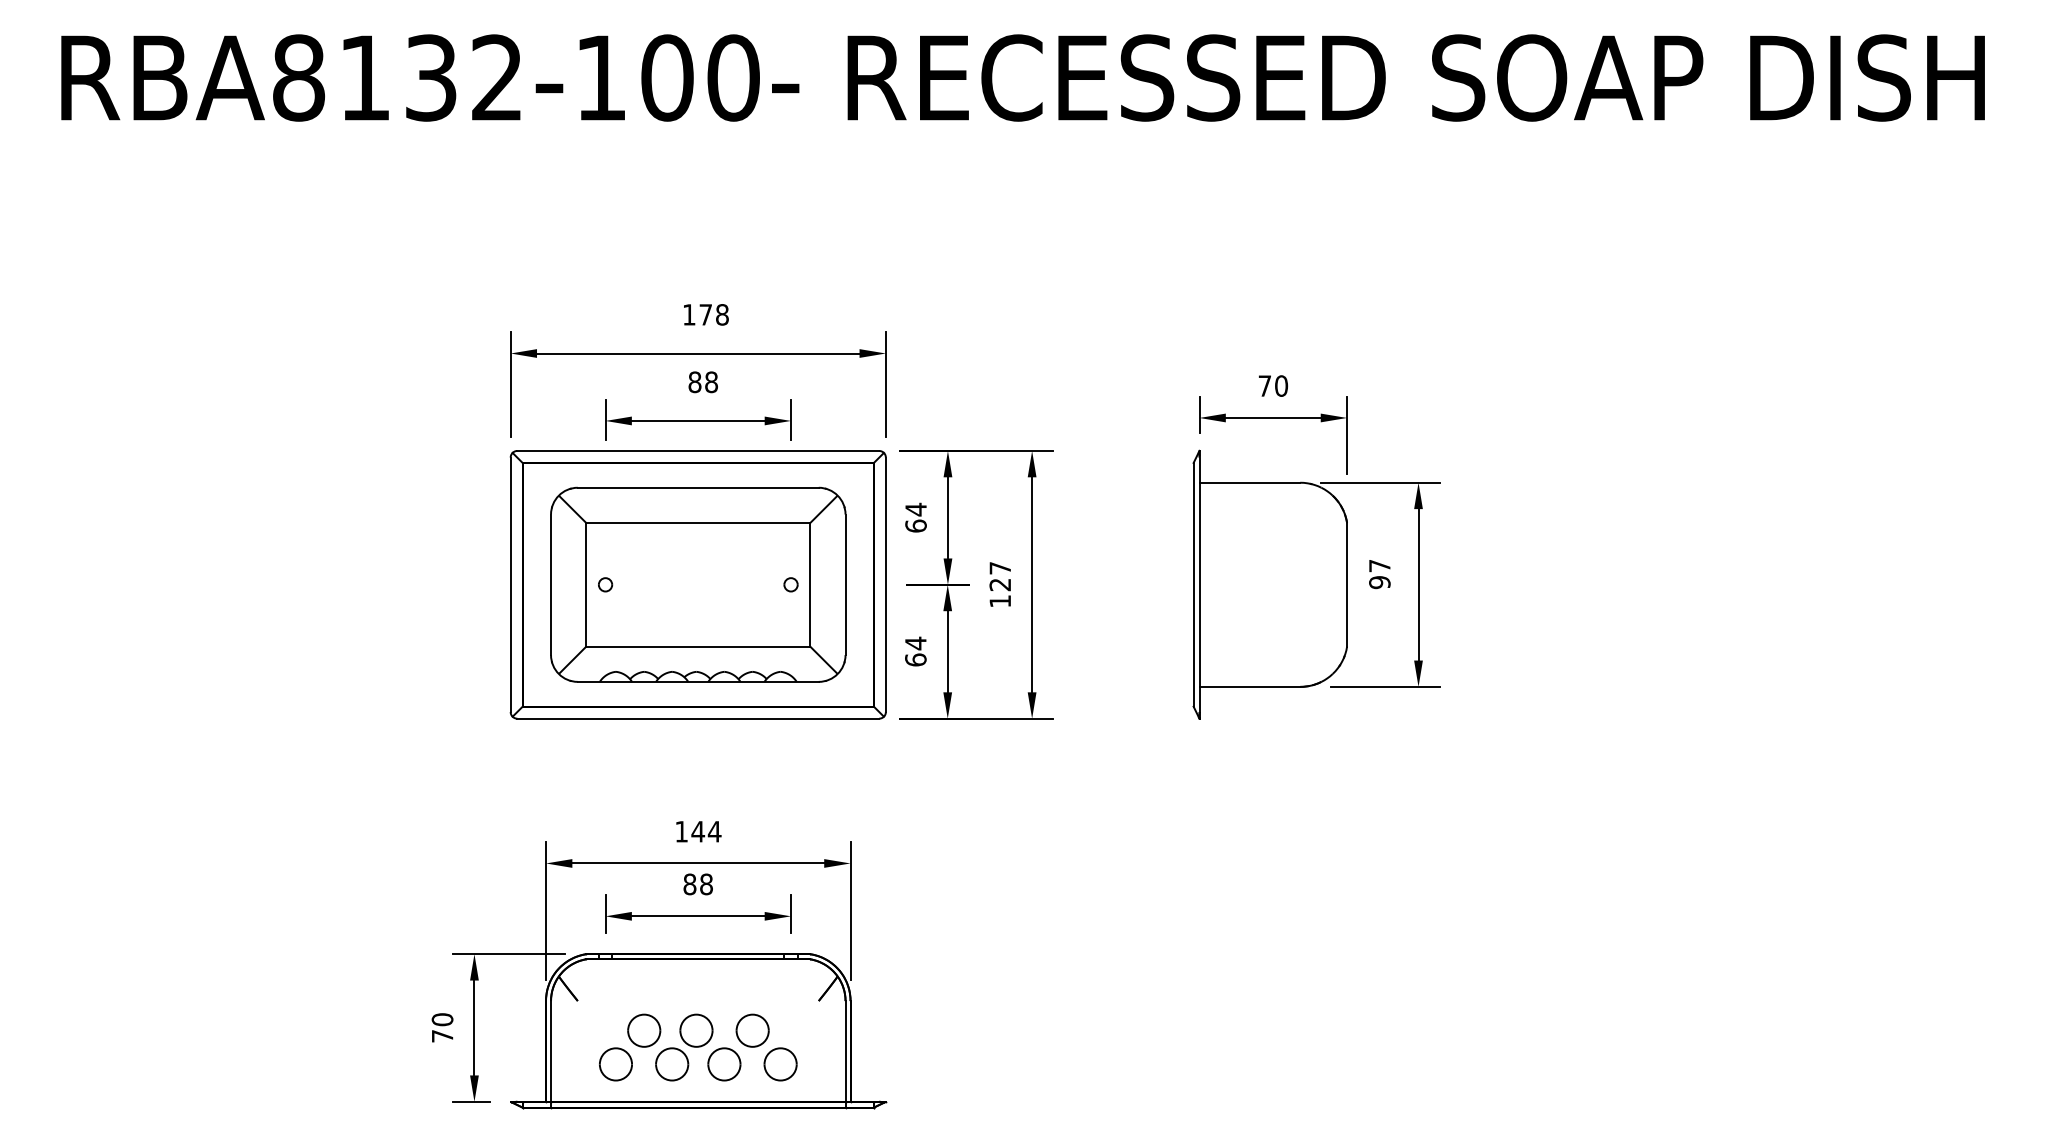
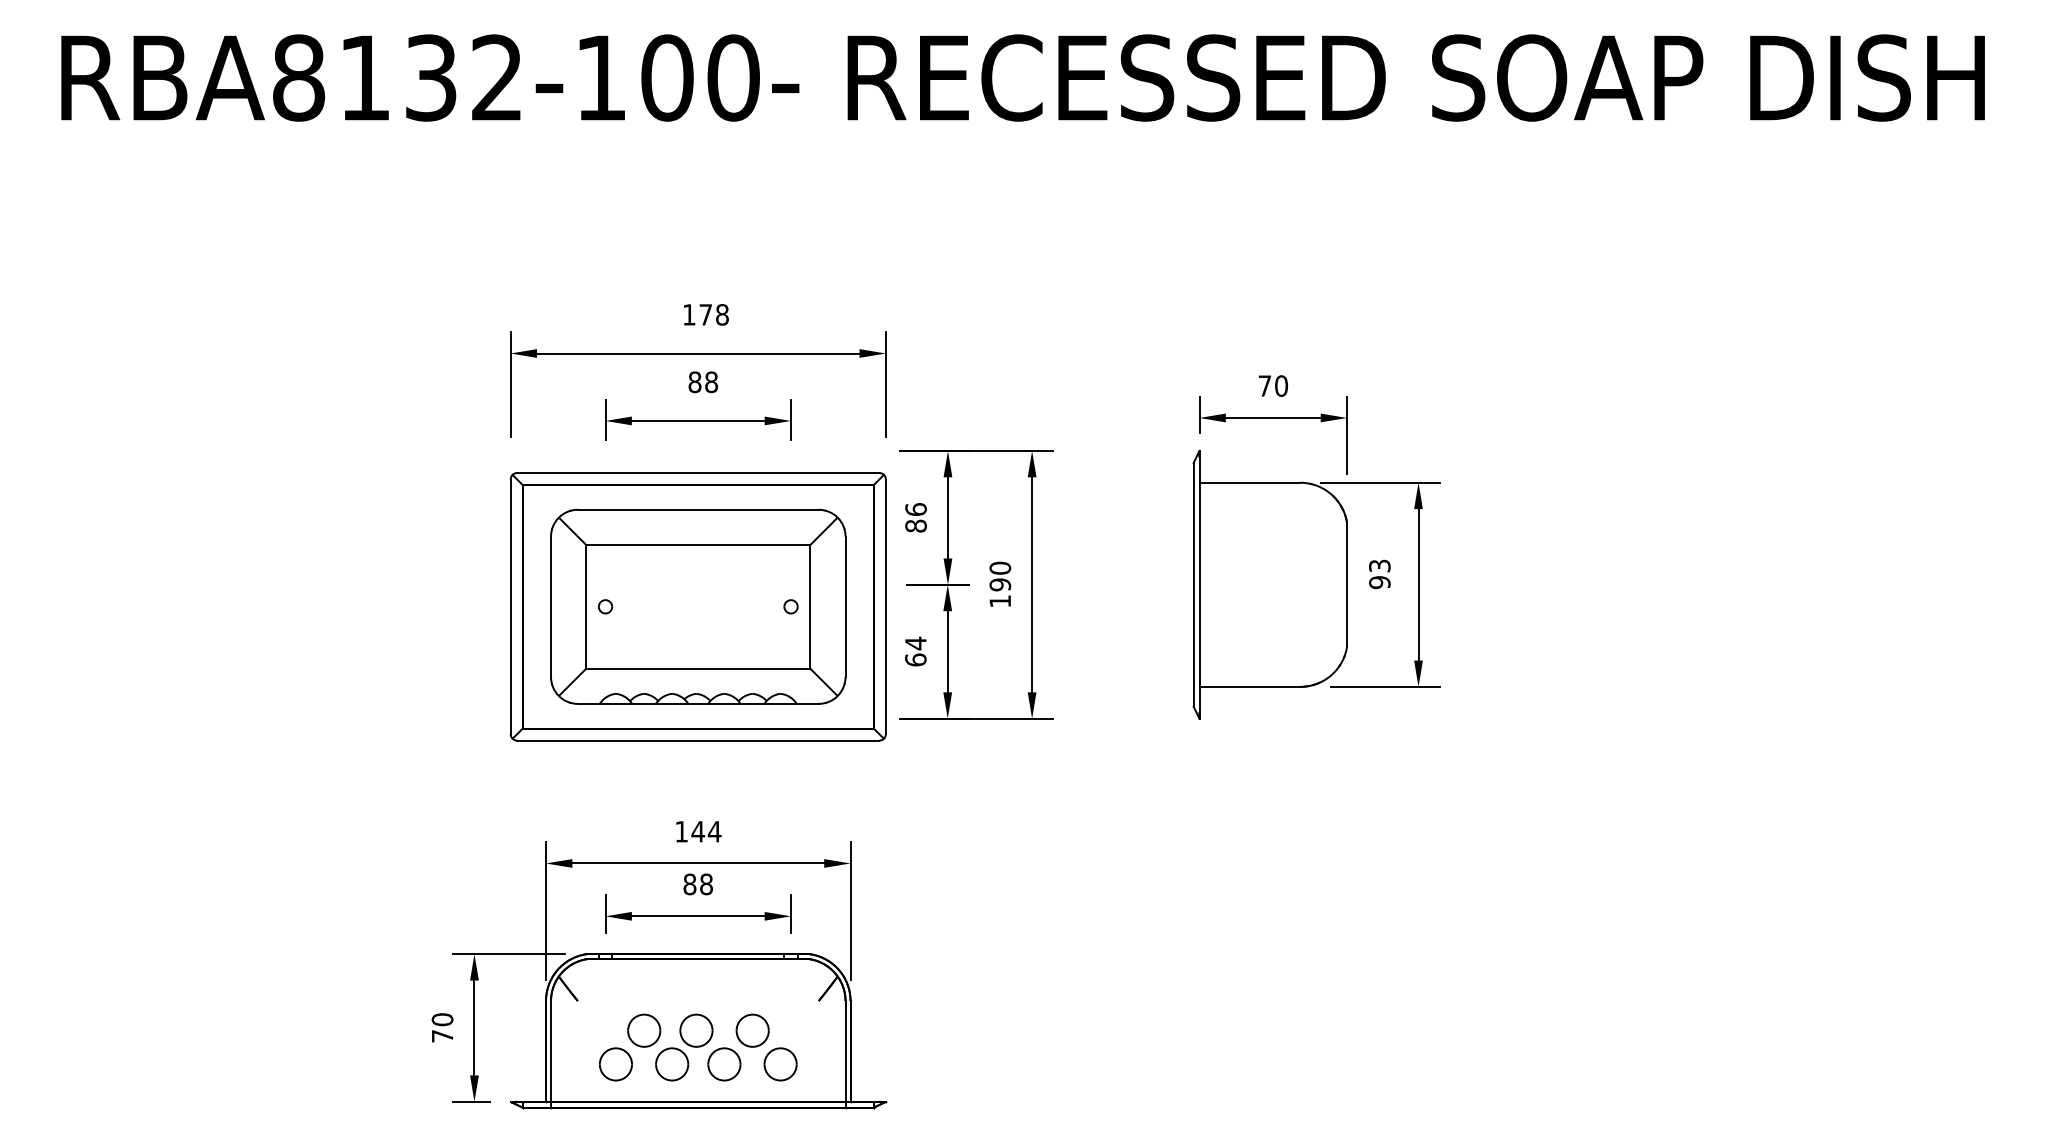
text at (915, 517): 64 -> 86
text at (1379, 565): 97 -> 93
text at (1000, 576): 127 -> 190
part at (697, 584) position: (697, 584) -> (697, 606)
